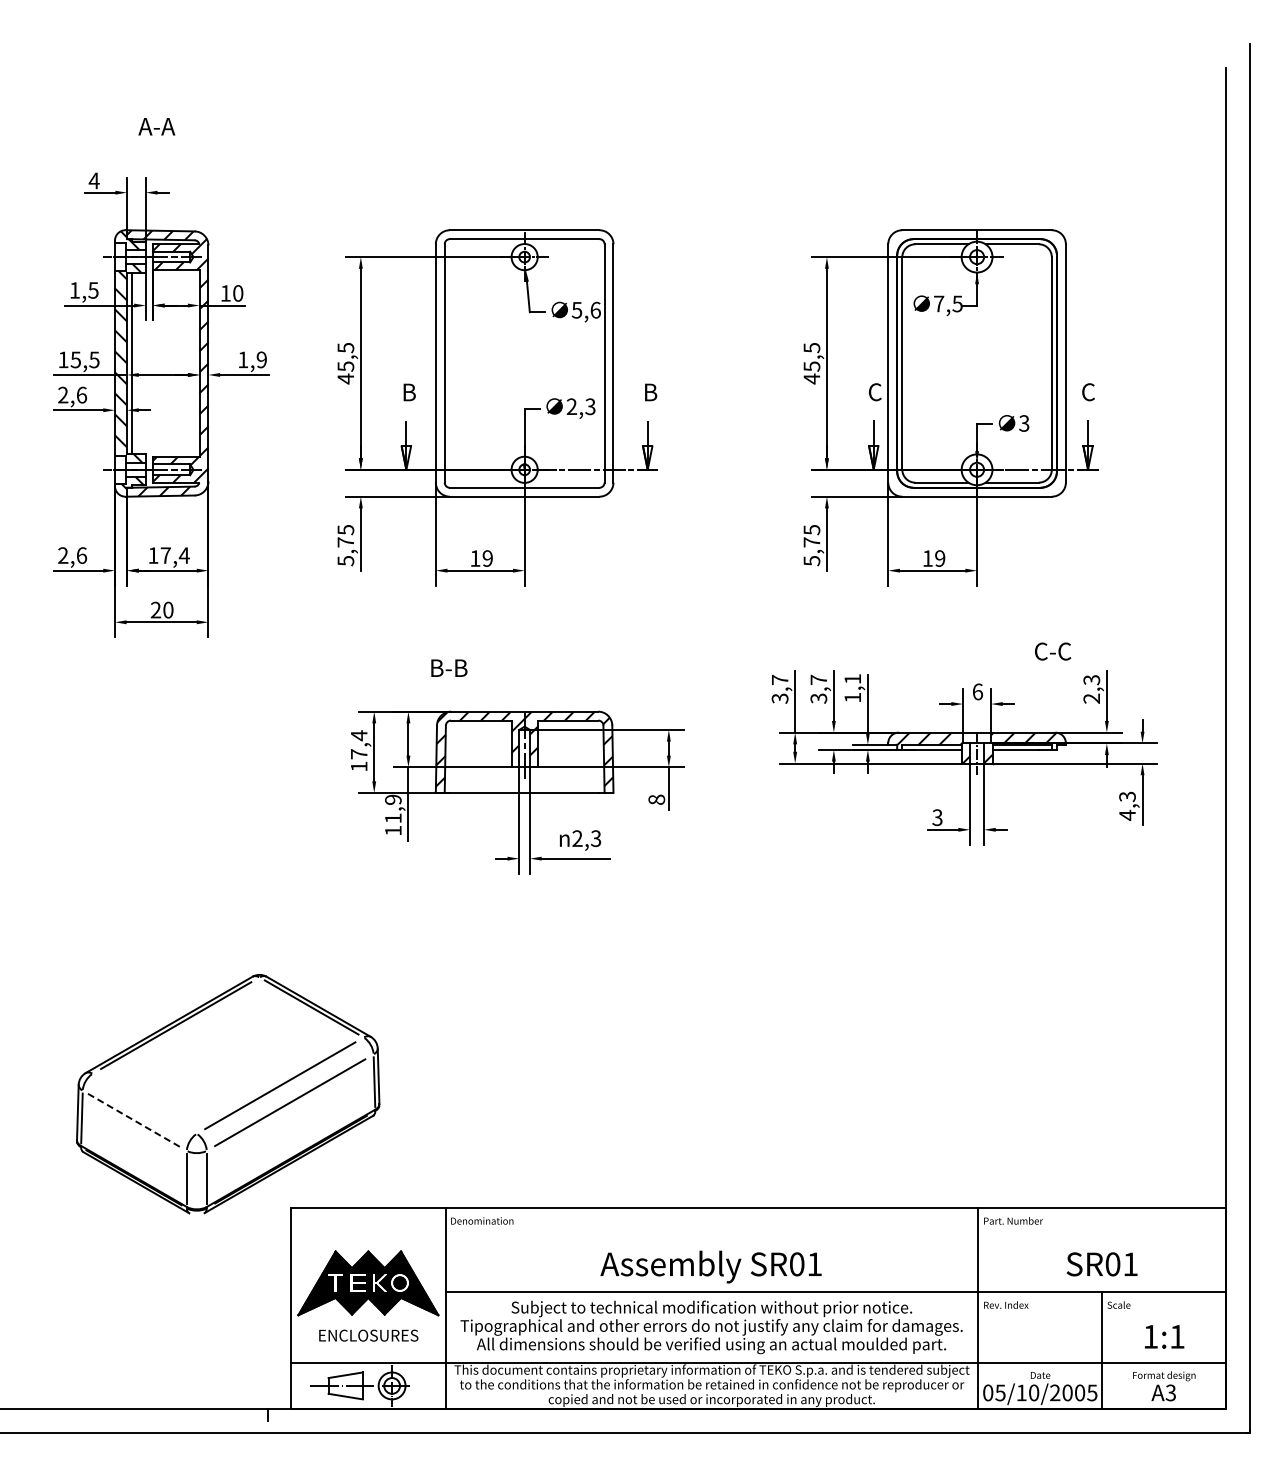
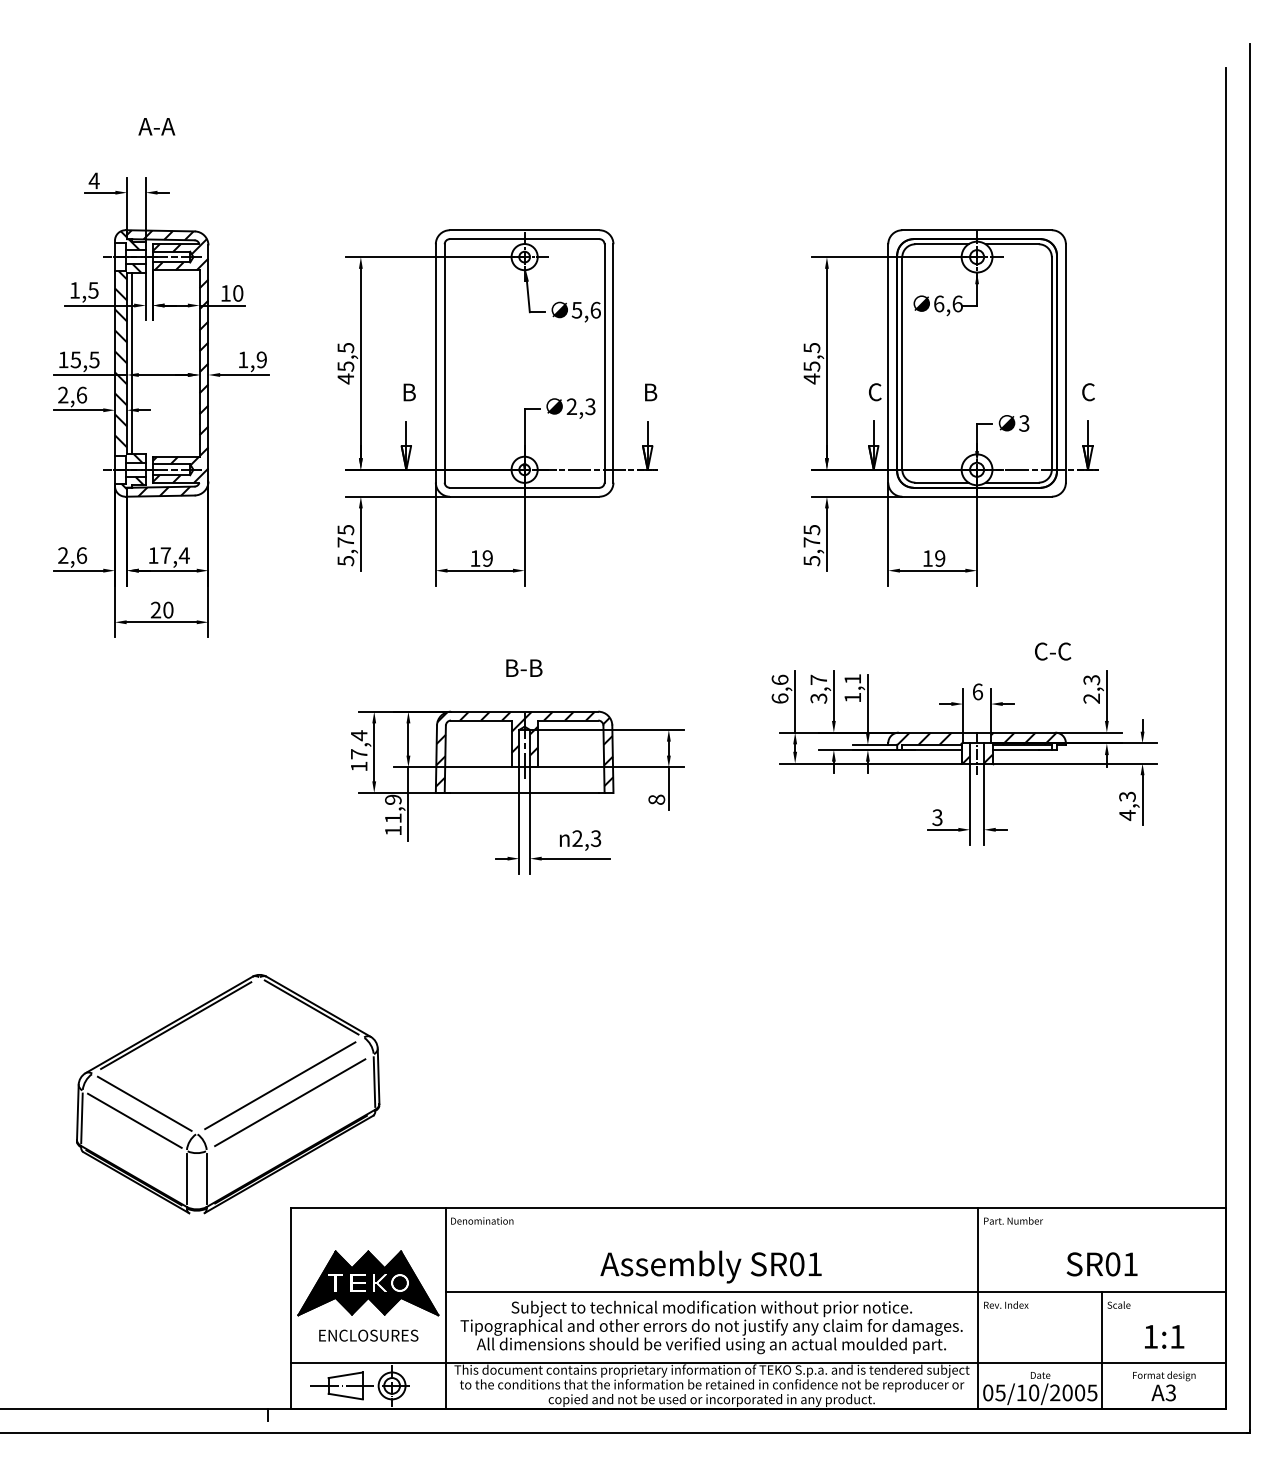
text at (948, 303): 7,5 -> 6,6
text at (449, 667) position: (449, 667) -> (524, 667)
text at (779, 688): 3,7 -> 6,6
line at (144, 1103): none -> present
line at (135, 1121): dashed -> solid
